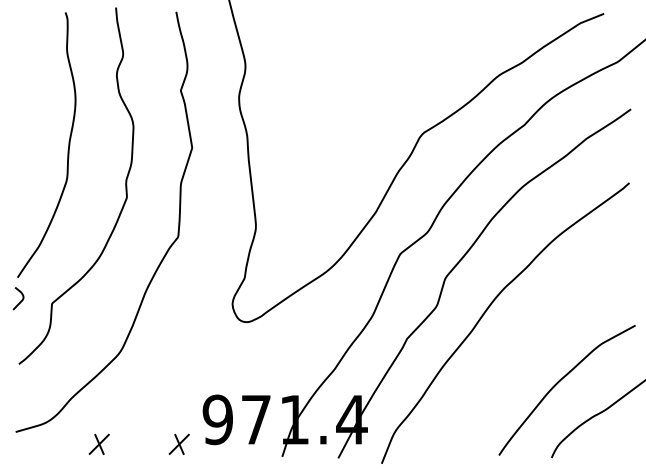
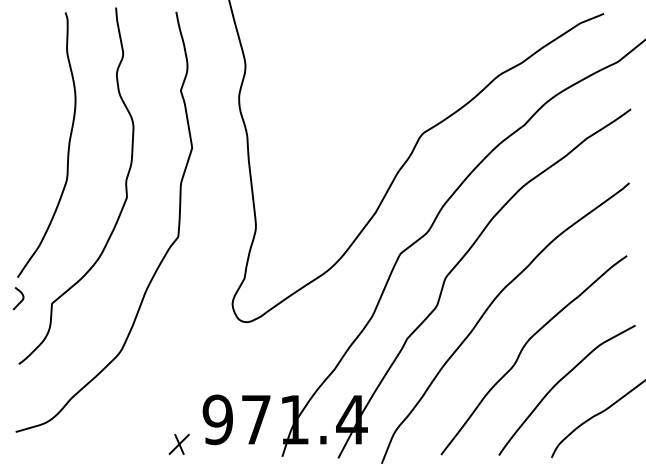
curve at (523, 349): none -> present
part at (98, 443): present -> none
